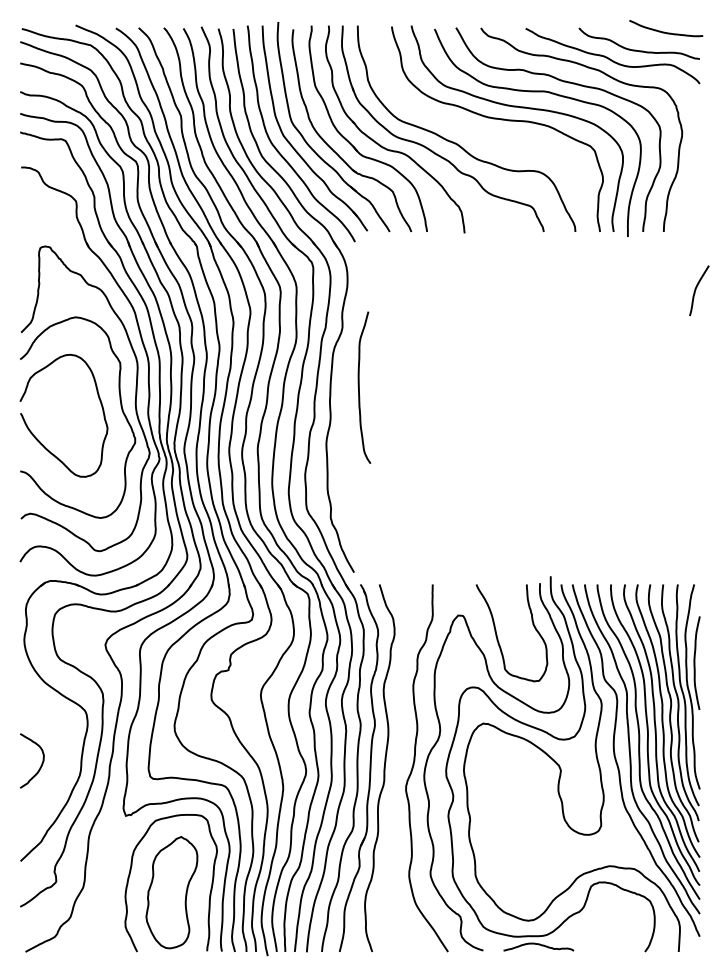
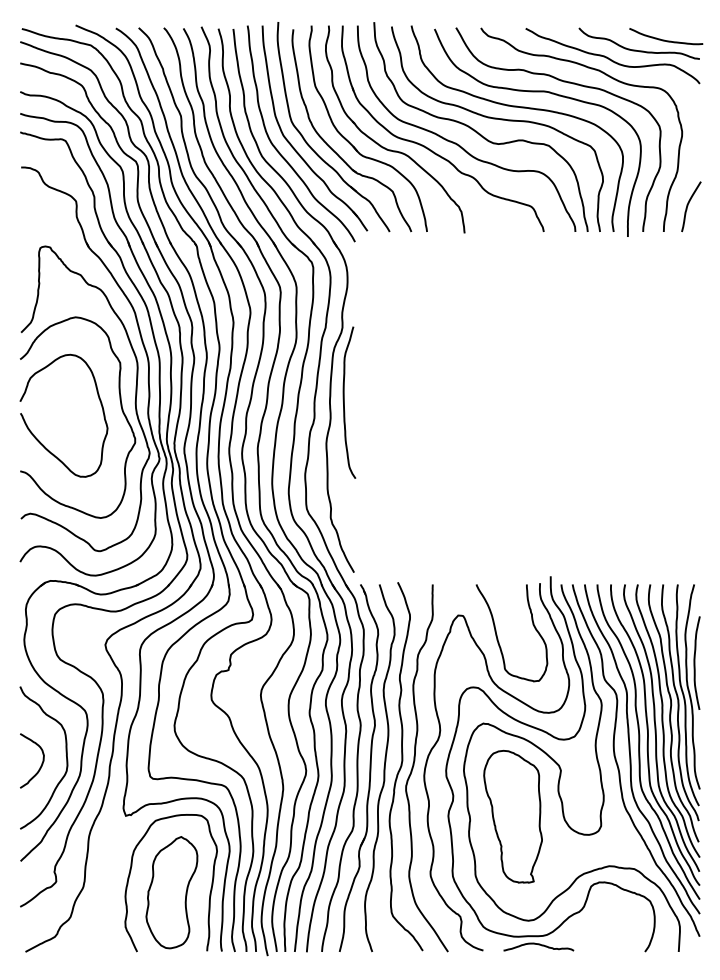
curve at (664, 31) position: (664, 31) -> (664, 39)
curve at (476, 130): none -> present
curve at (696, 290) position: (696, 290) -> (688, 206)
curve at (359, 387) position: (359, 387) -> (344, 402)
curve at (65, 752): none -> present
curve at (402, 766): none -> present
part at (512, 816): none -> present
